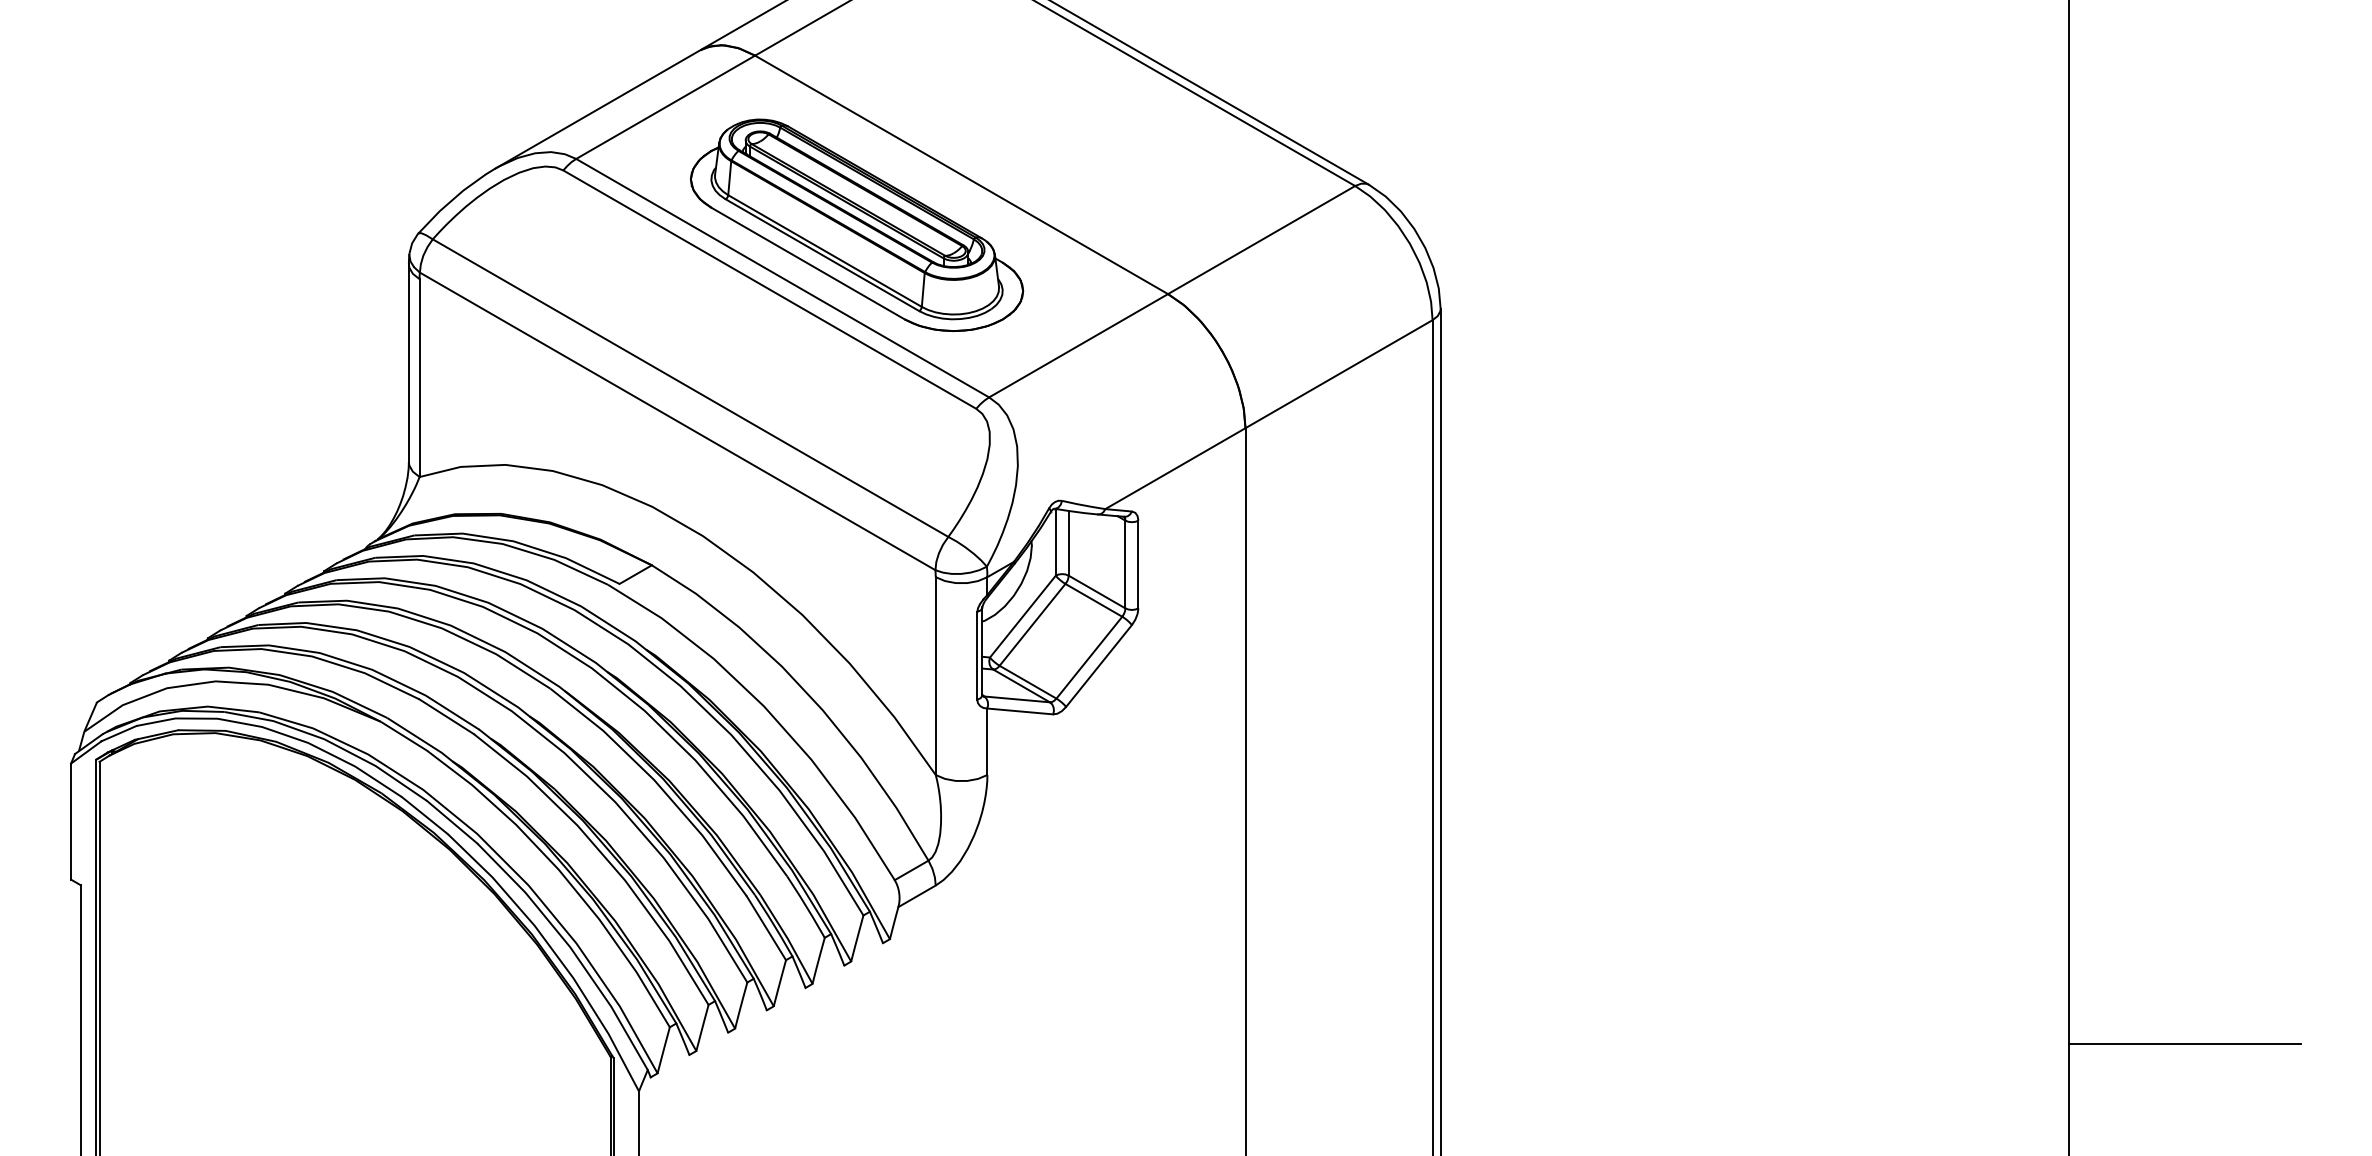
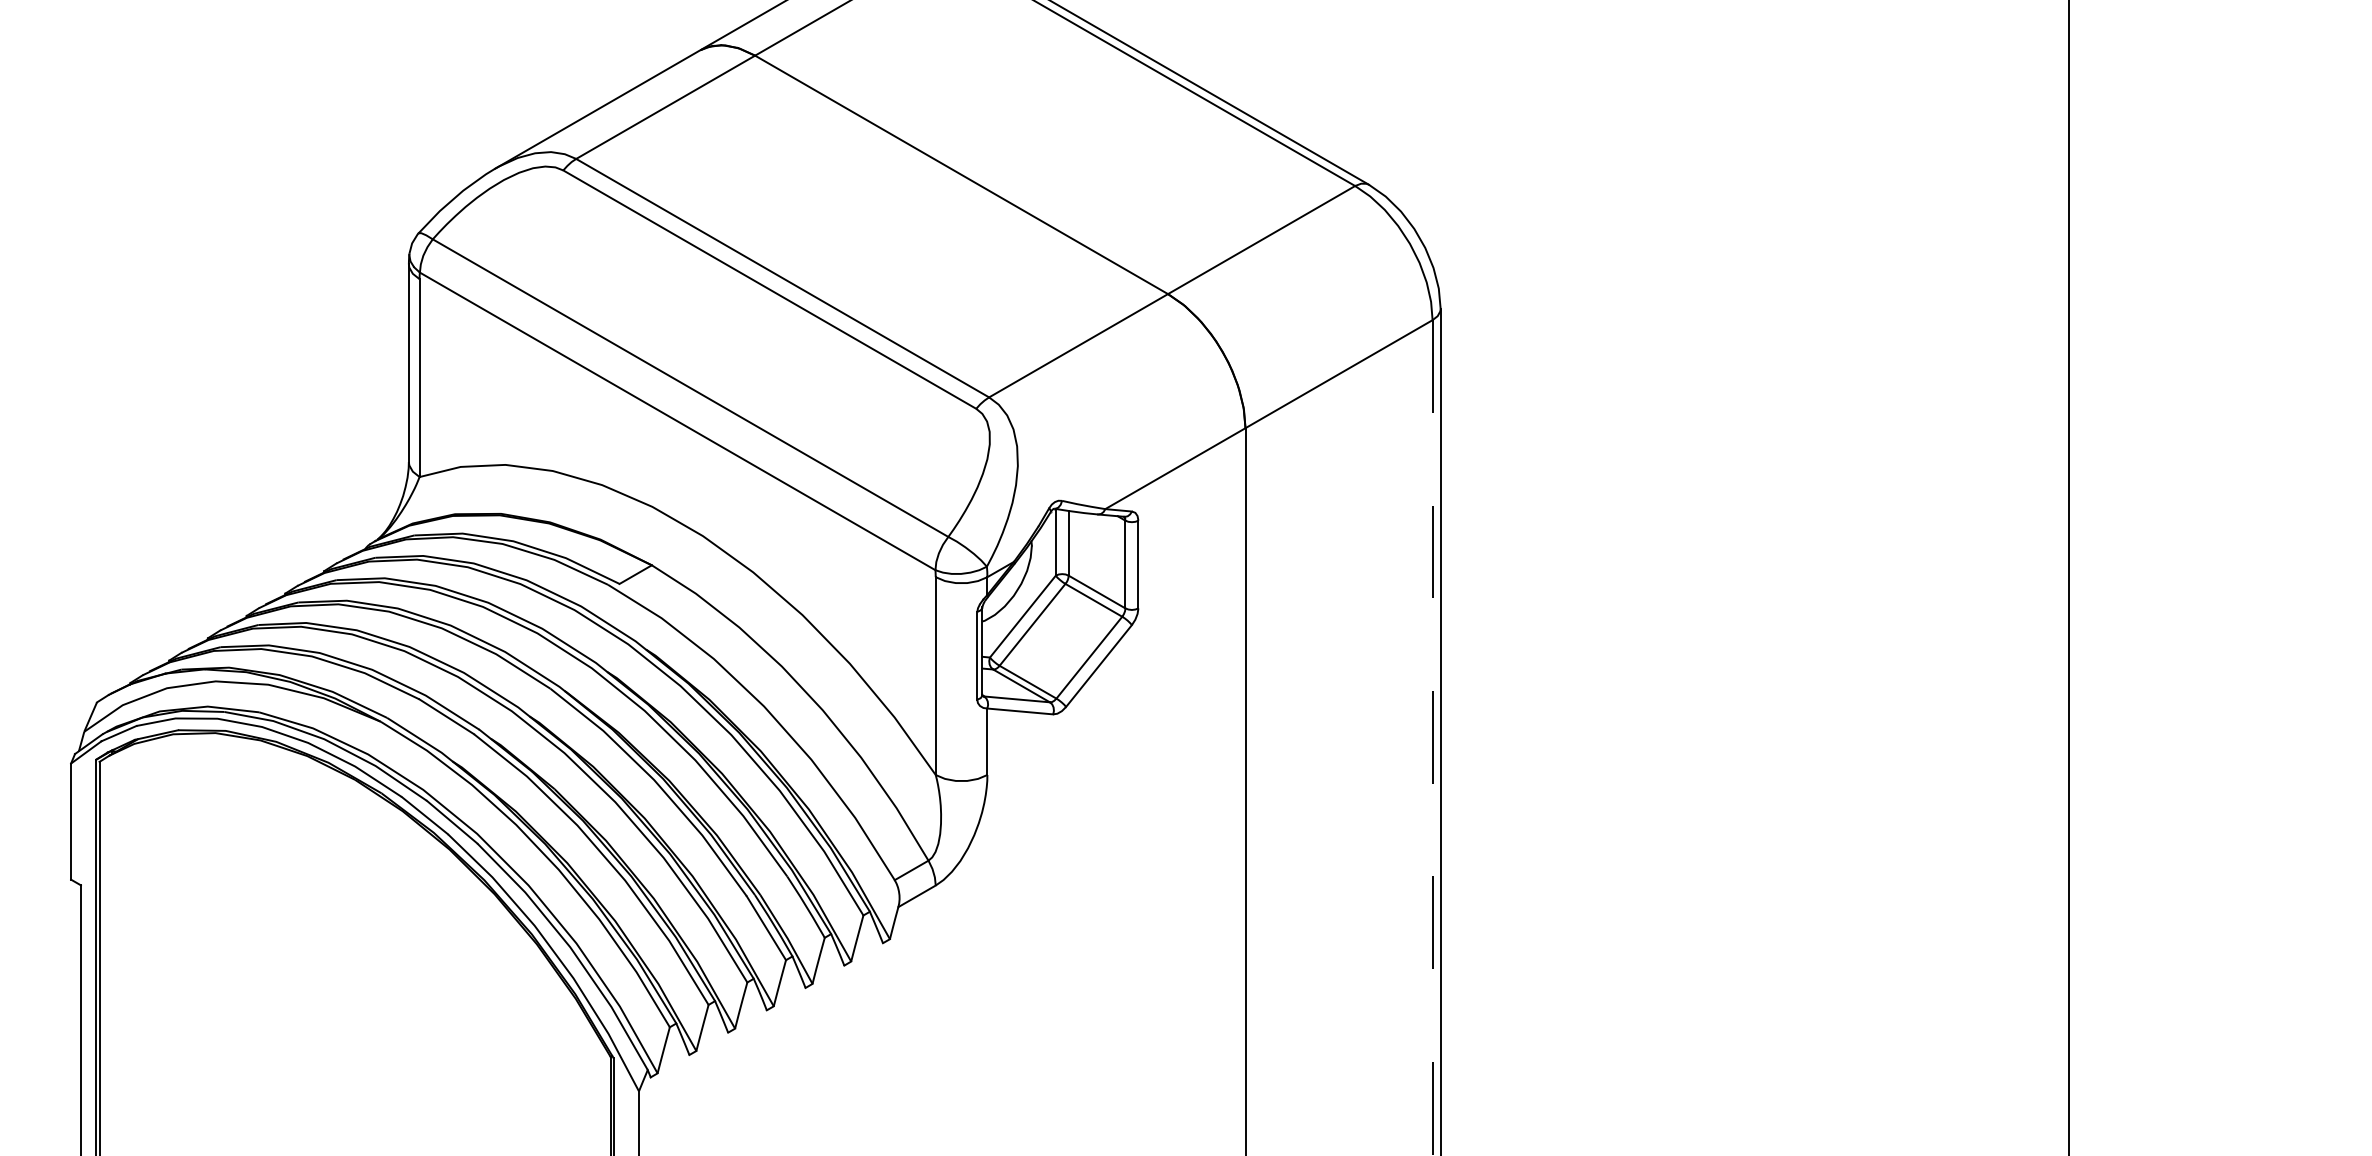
part at (857, 224): present -> none
line at (1432, 737): solid -> dashed
line at (2184, 1044): present -> none
